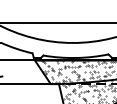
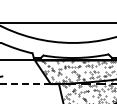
line at (25, 84): solid -> dashed
